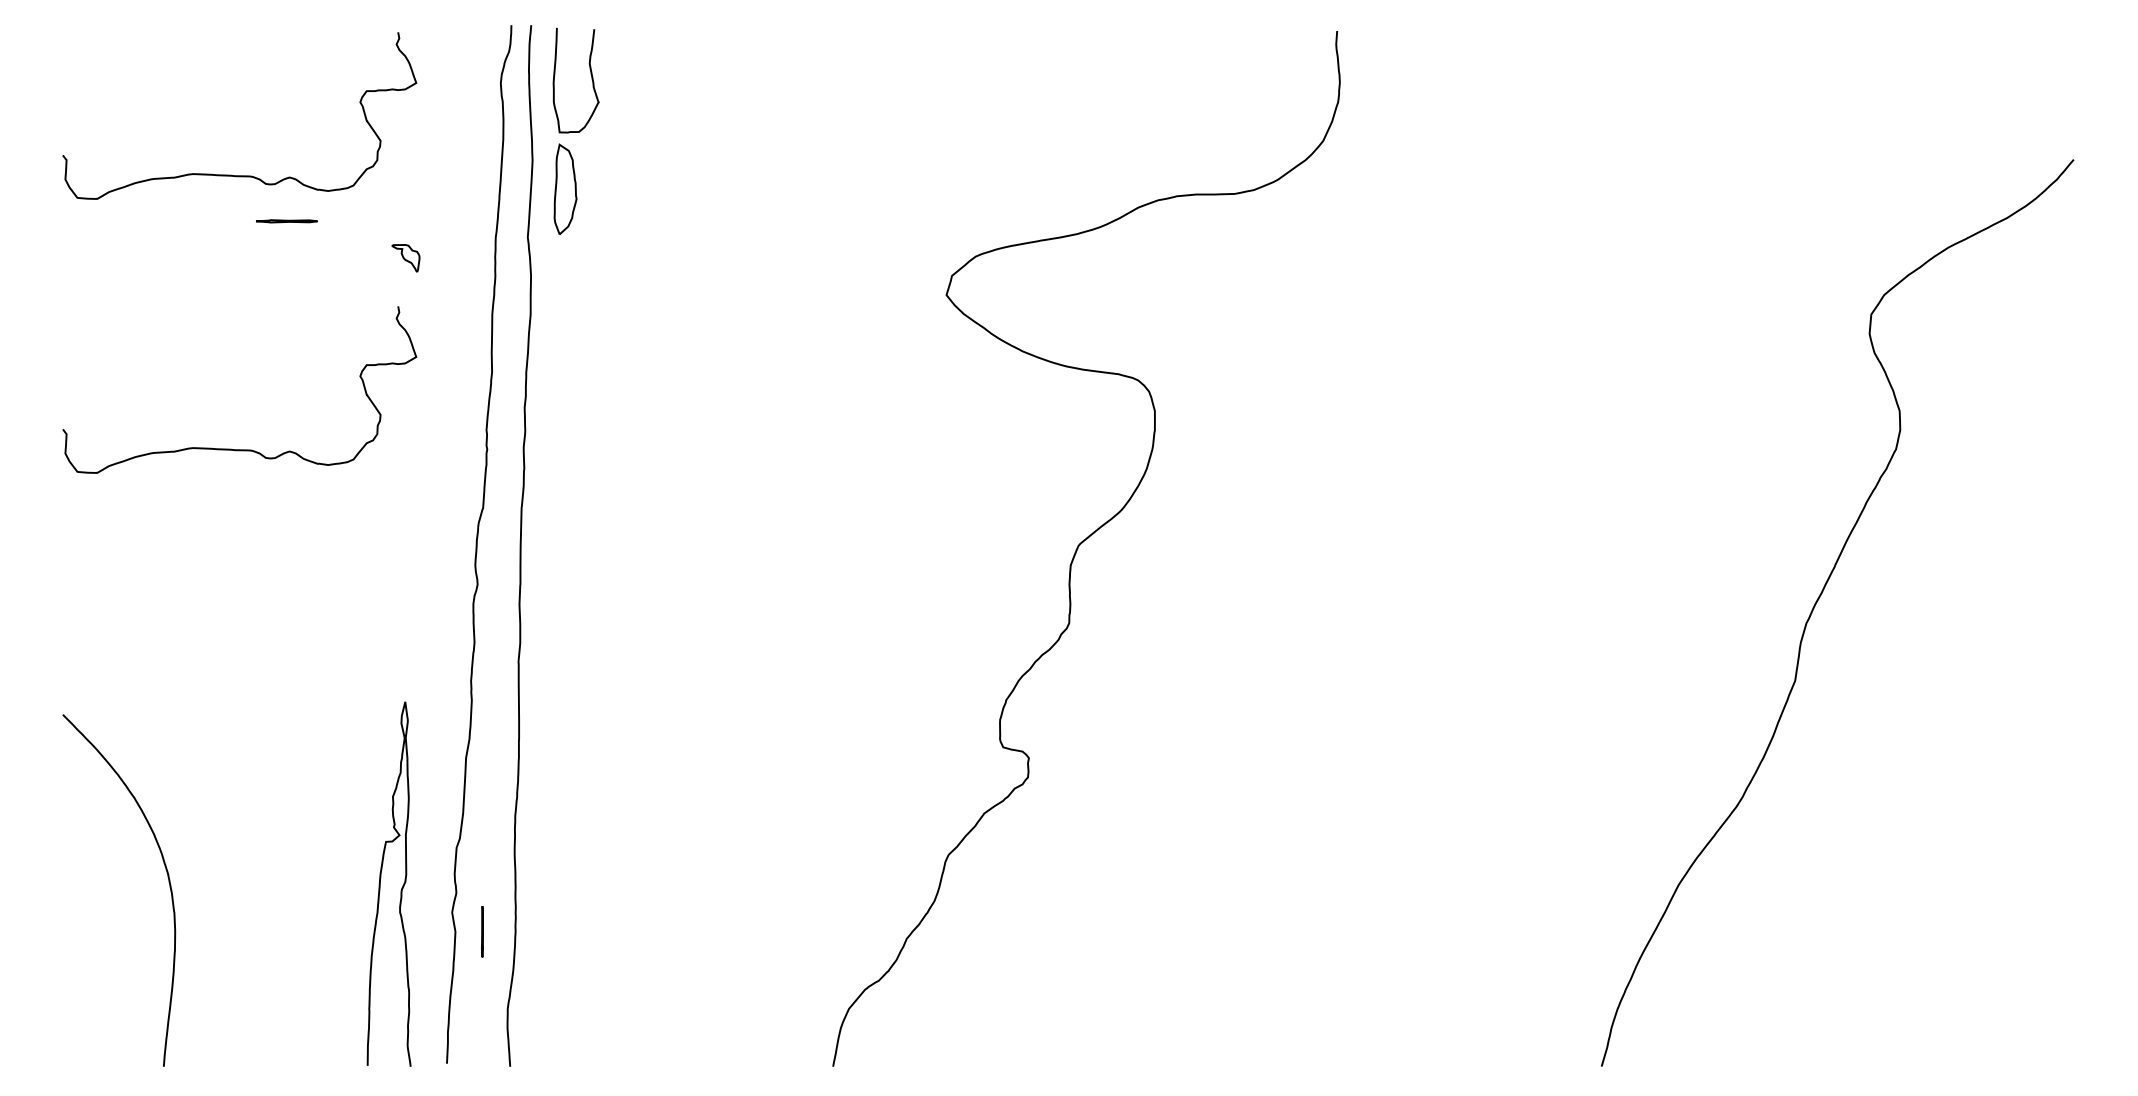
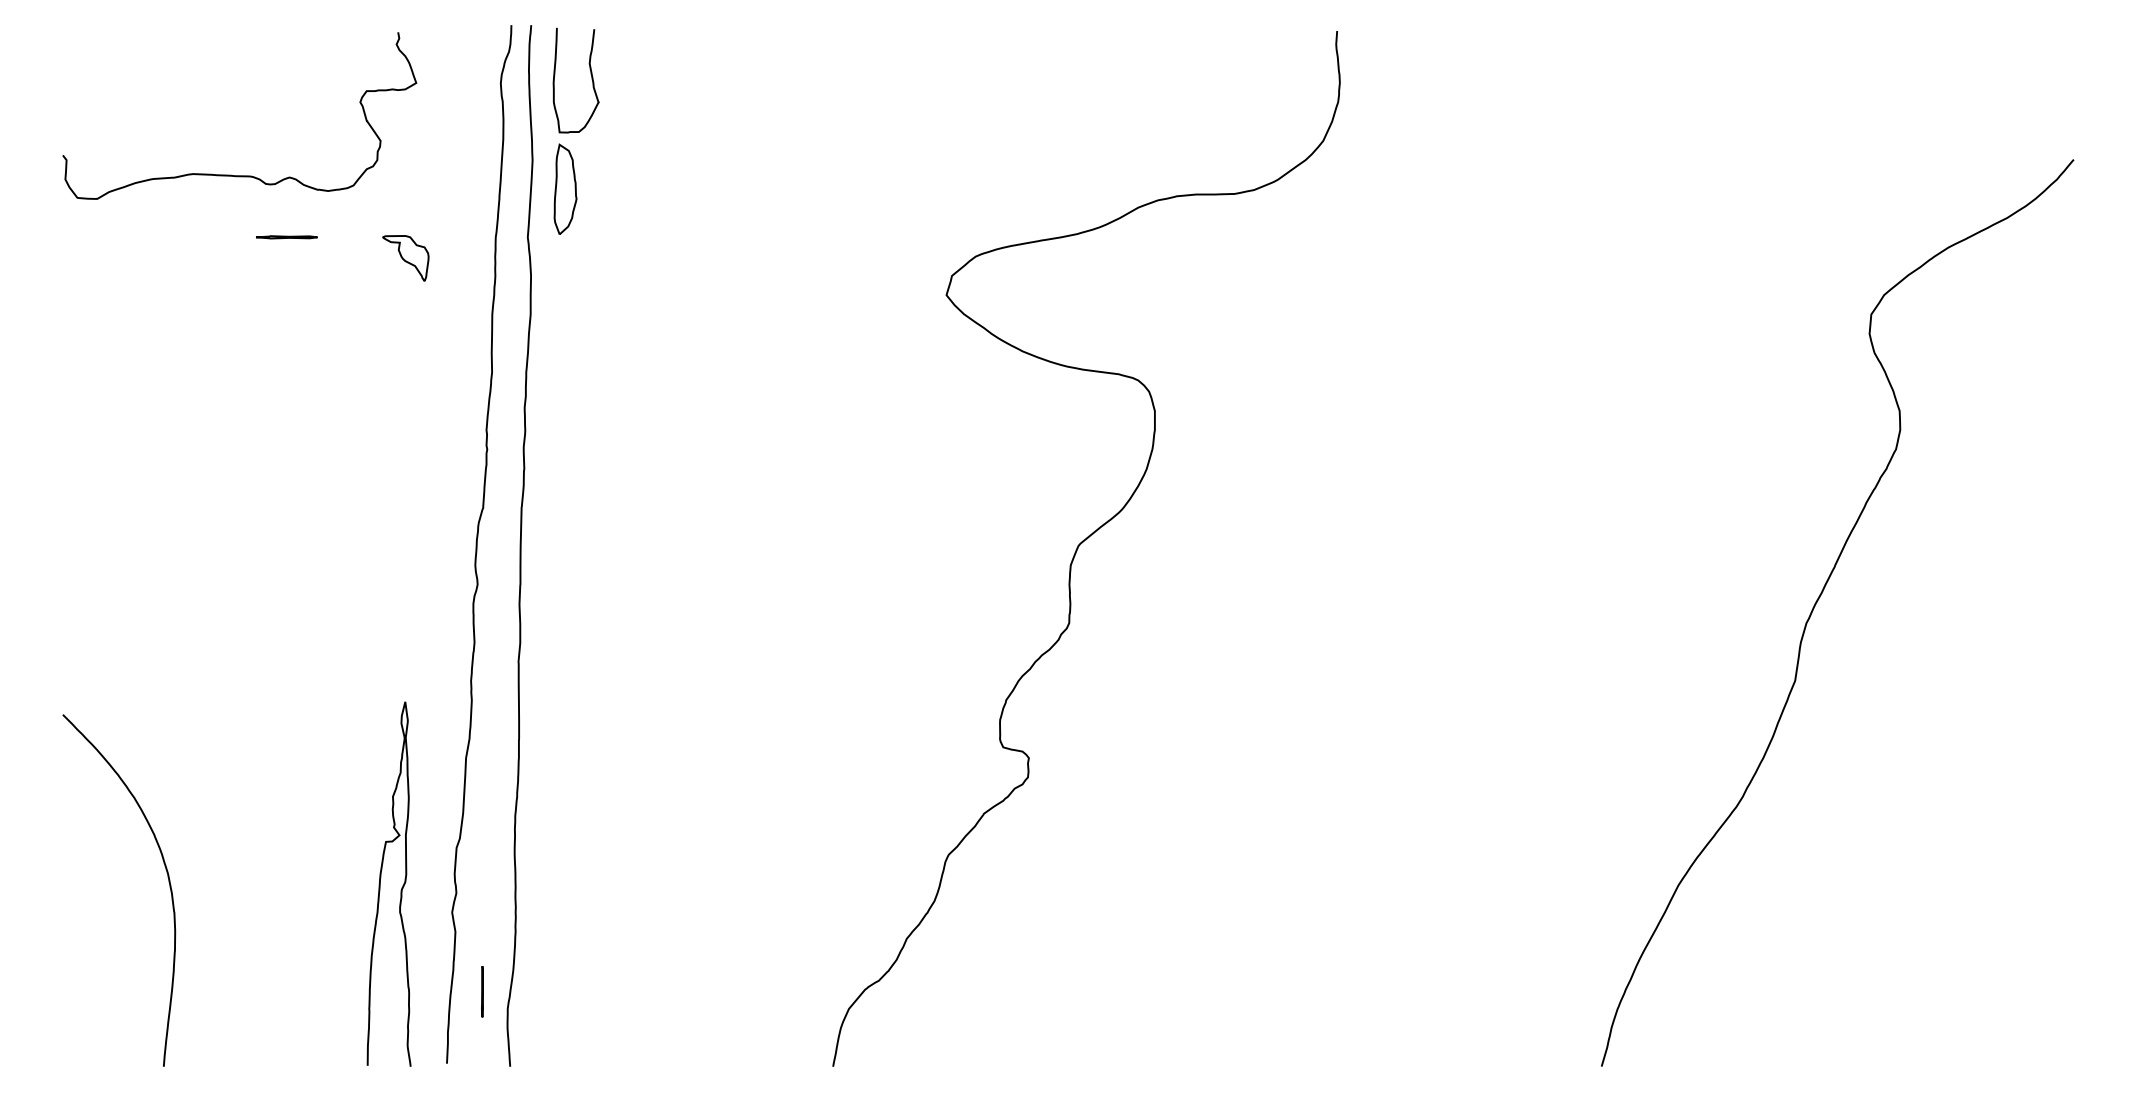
line at (286, 221) position: (286, 221) -> (286, 237)
part at (405, 258) size: 30x29 px -> 48x47 px
curve at (231, 448): present -> none
line at (482, 931) position: (482, 931) -> (482, 991)
